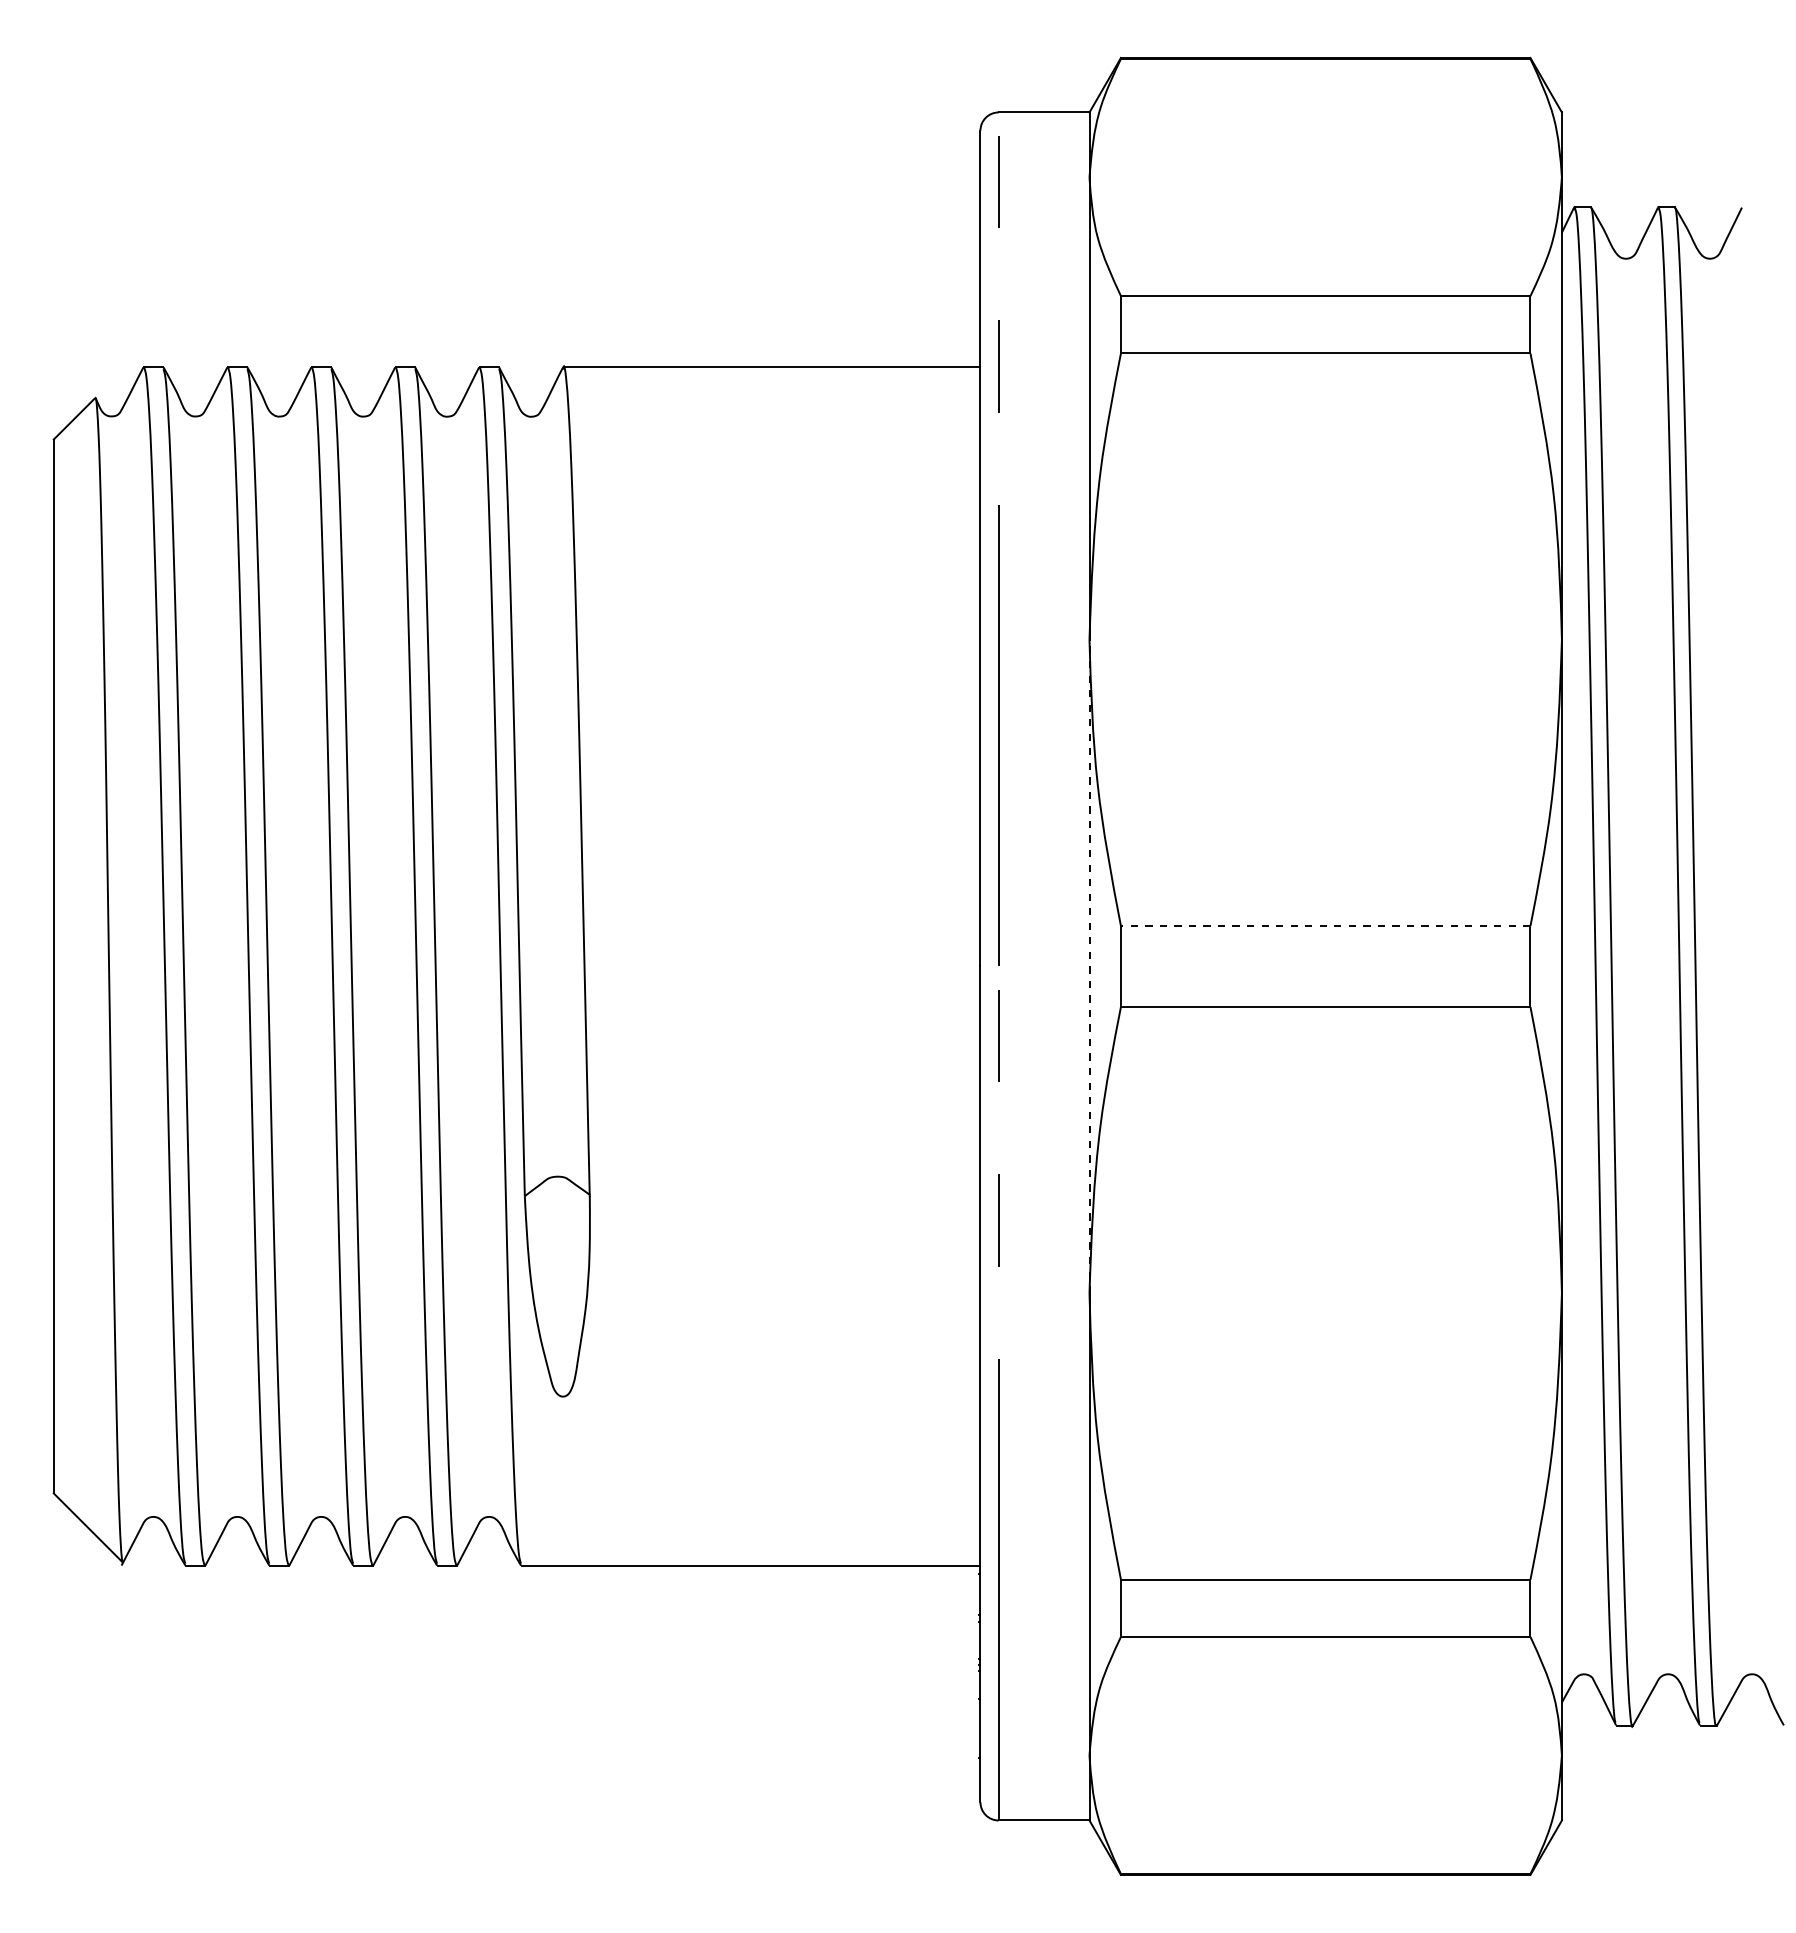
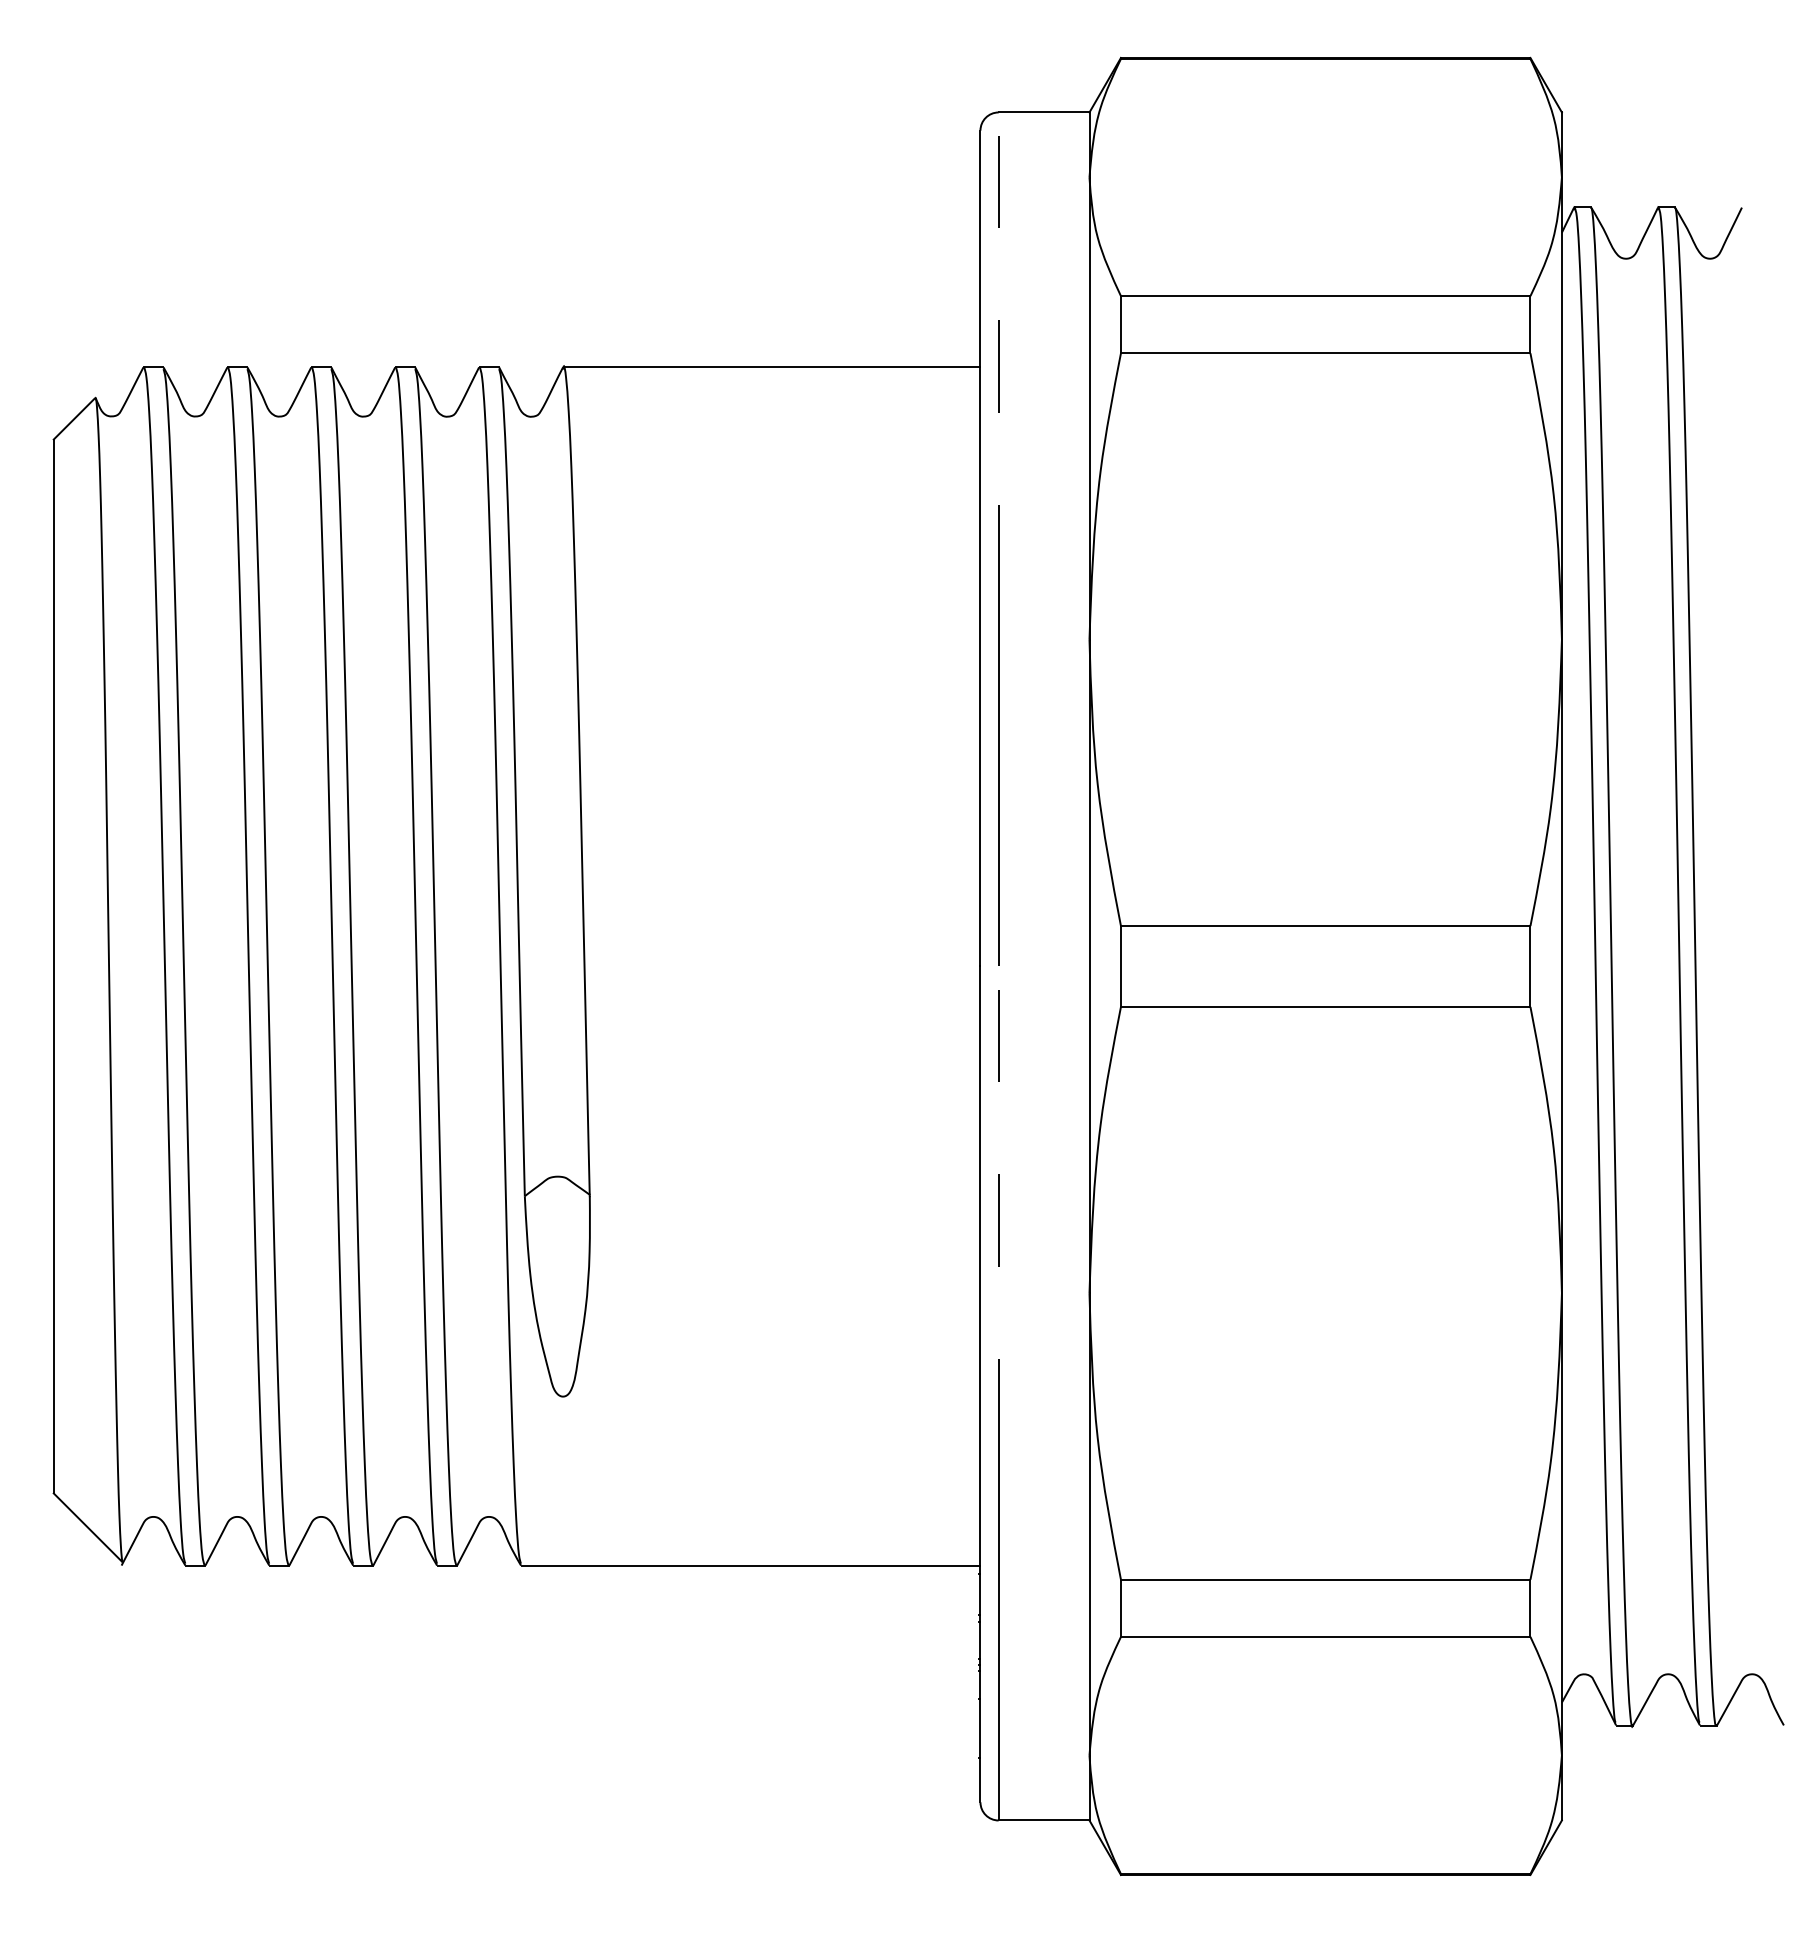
line at (1325, 926): dashed -> solid
line at (1089, 966): dashed -> solid
